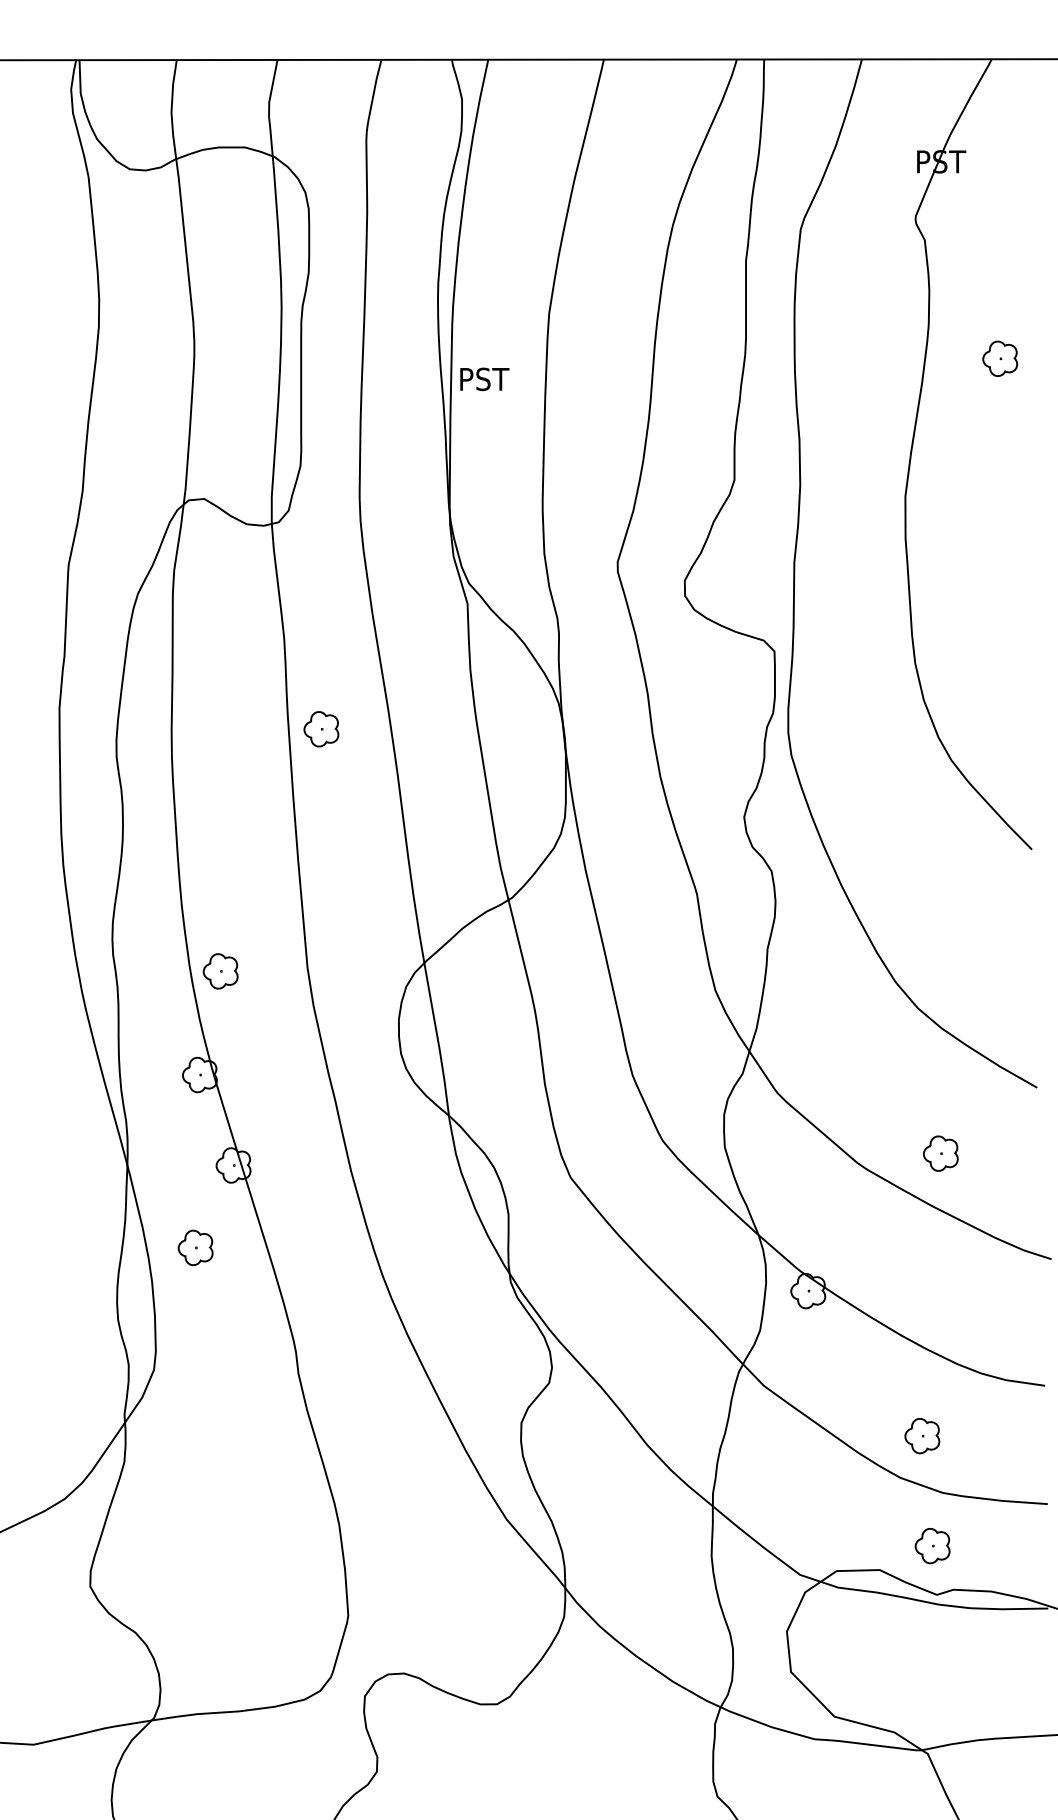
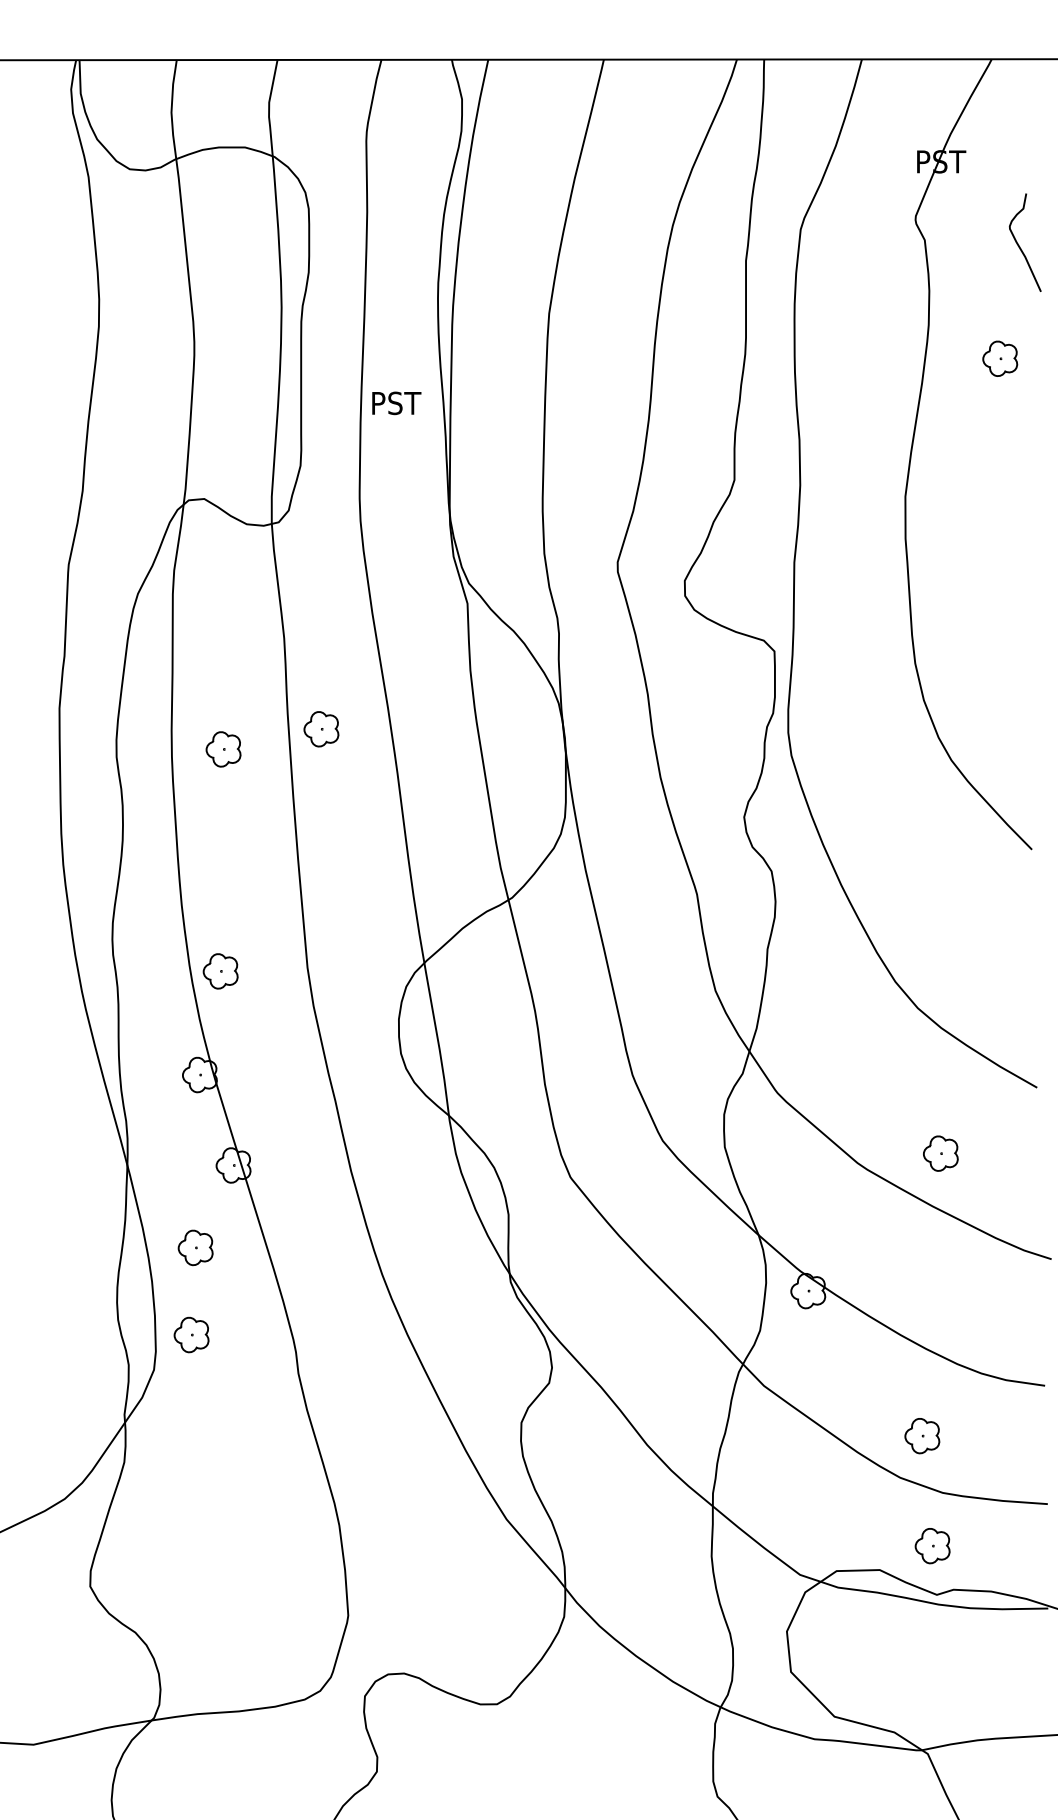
curve at (1020, 246): none -> present
text at (484, 379) position: (484, 379) -> (396, 403)
part at (223, 749): none -> present
part at (191, 1334): none -> present
